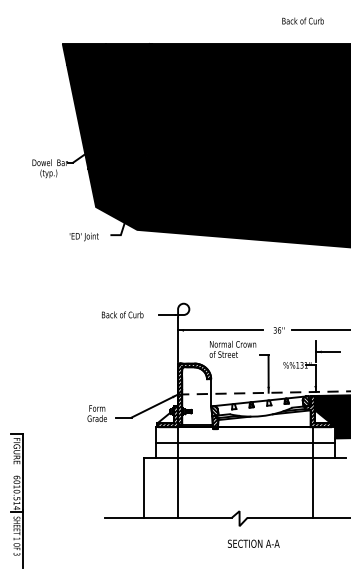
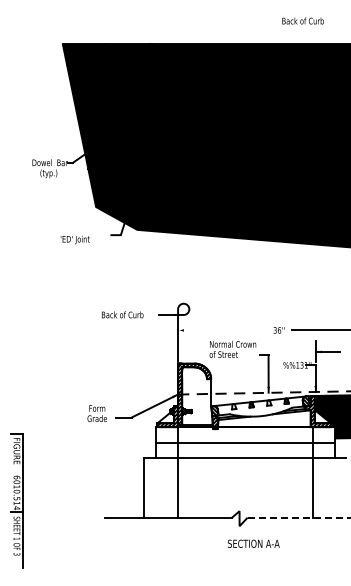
text at (83, 236) position: (83, 236) -> (74, 239)
line at (220, 330): present -> none
line at (299, 517): solid -> dashed
